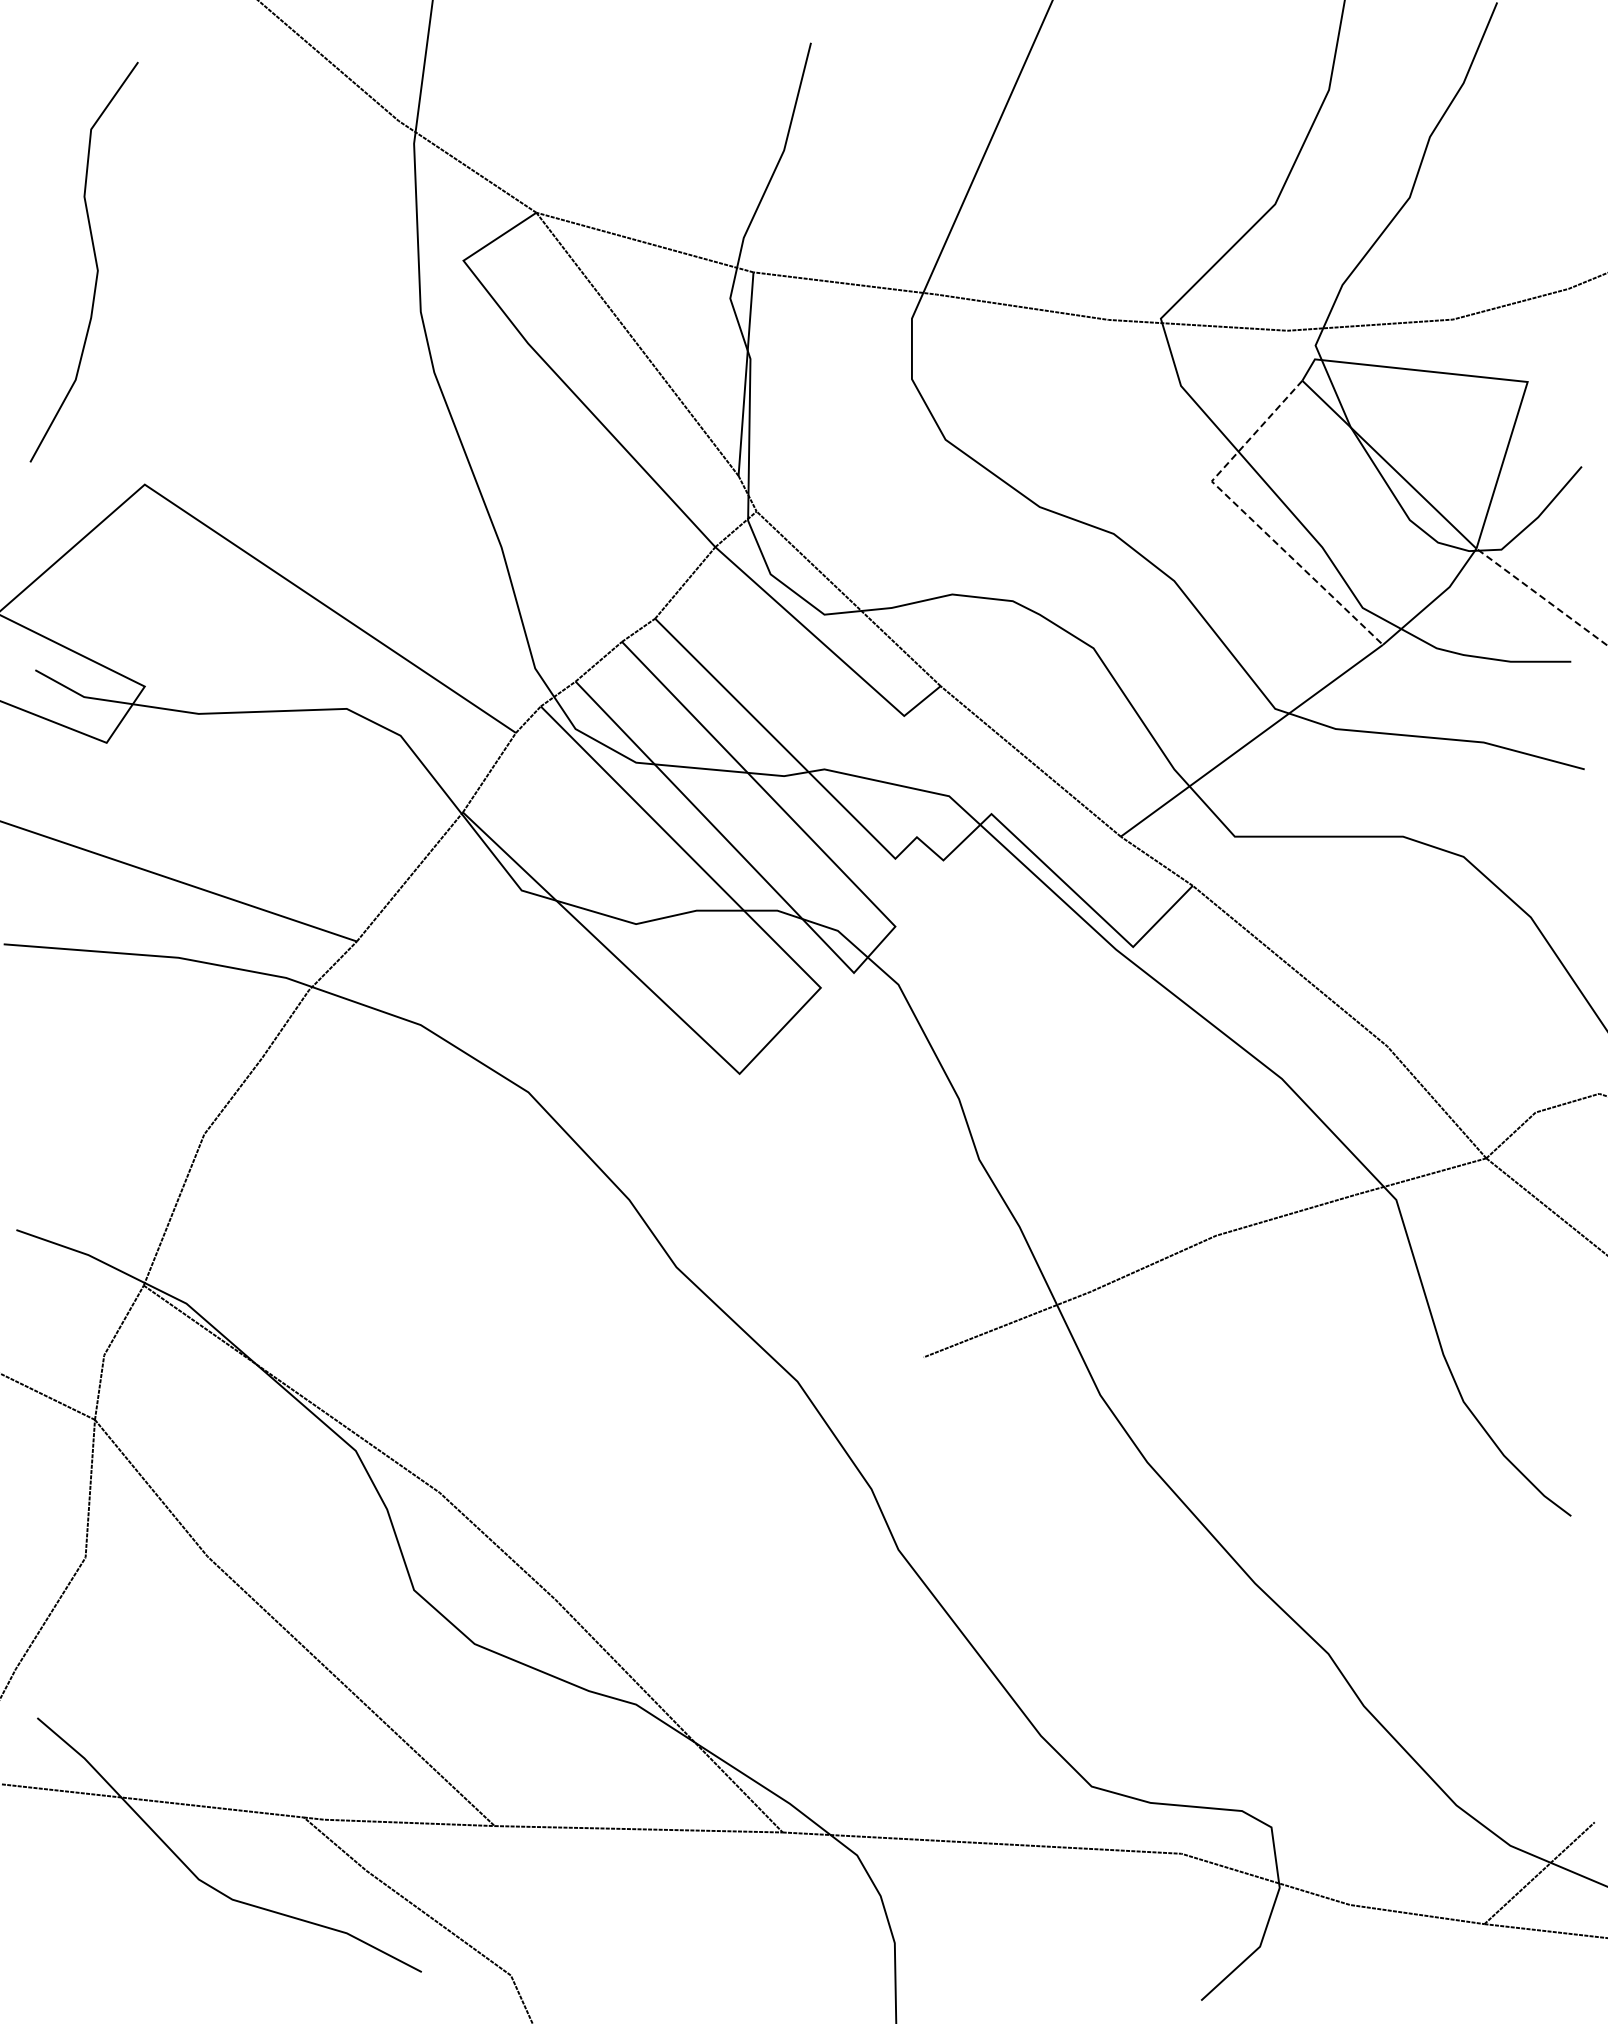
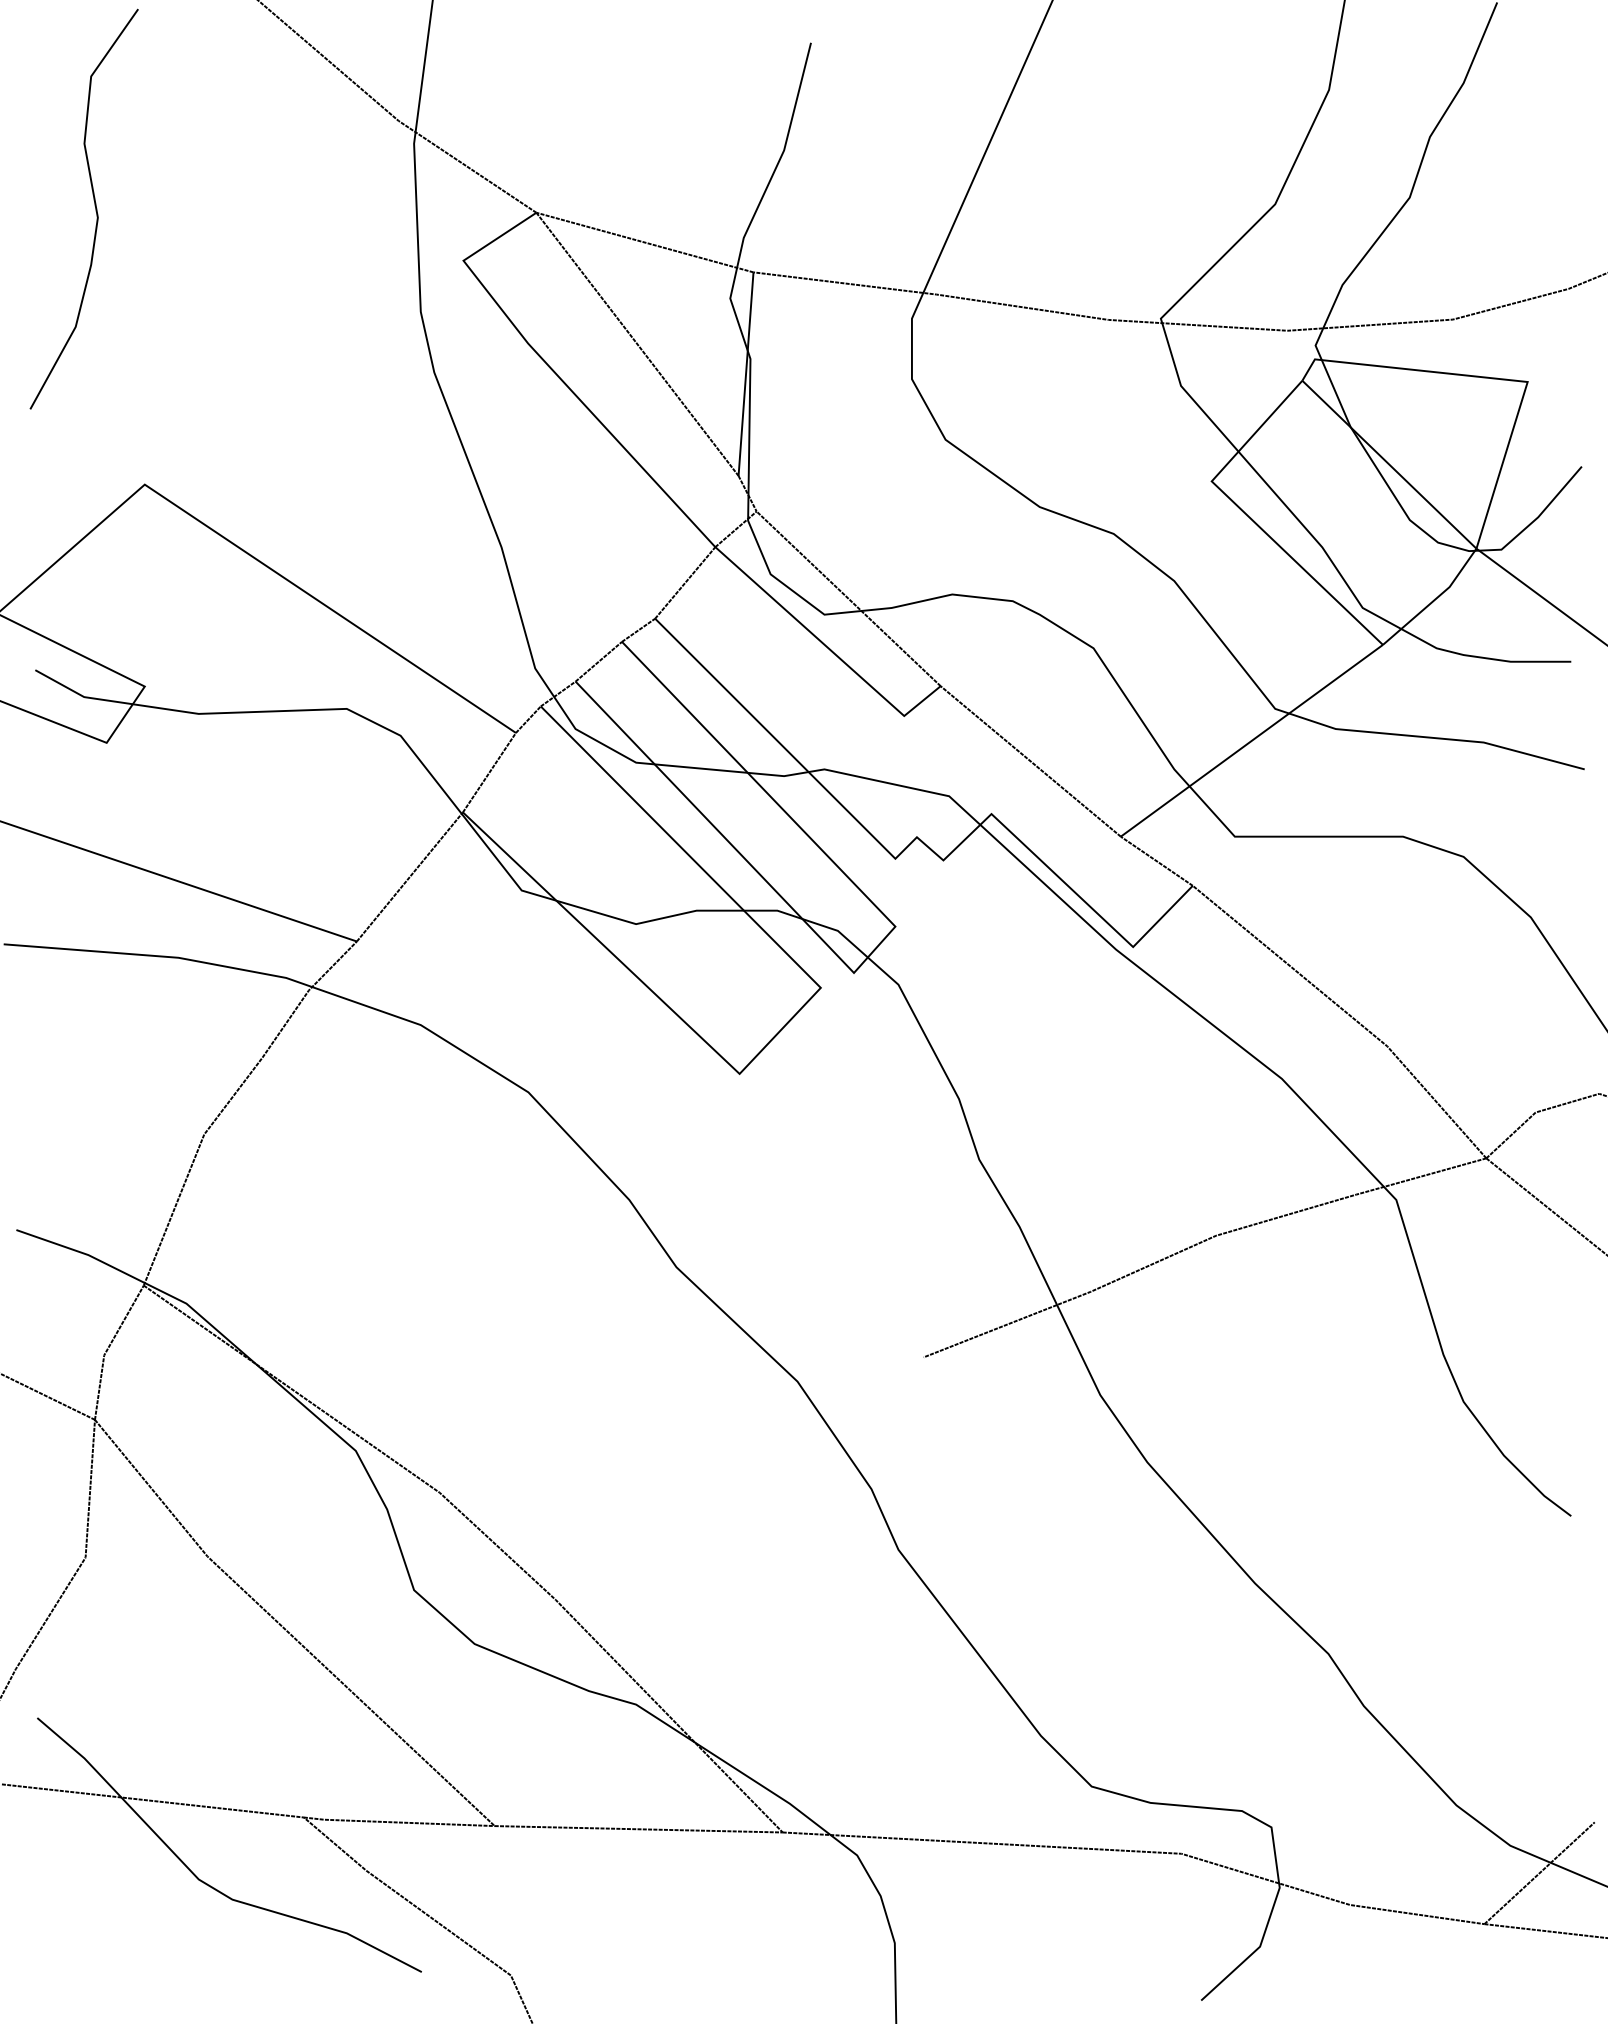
curve at (94, 258) position: (94, 258) -> (94, 205)
line at (1247, 515): dashed -> solid
line at (1541, 596): dashed -> solid
